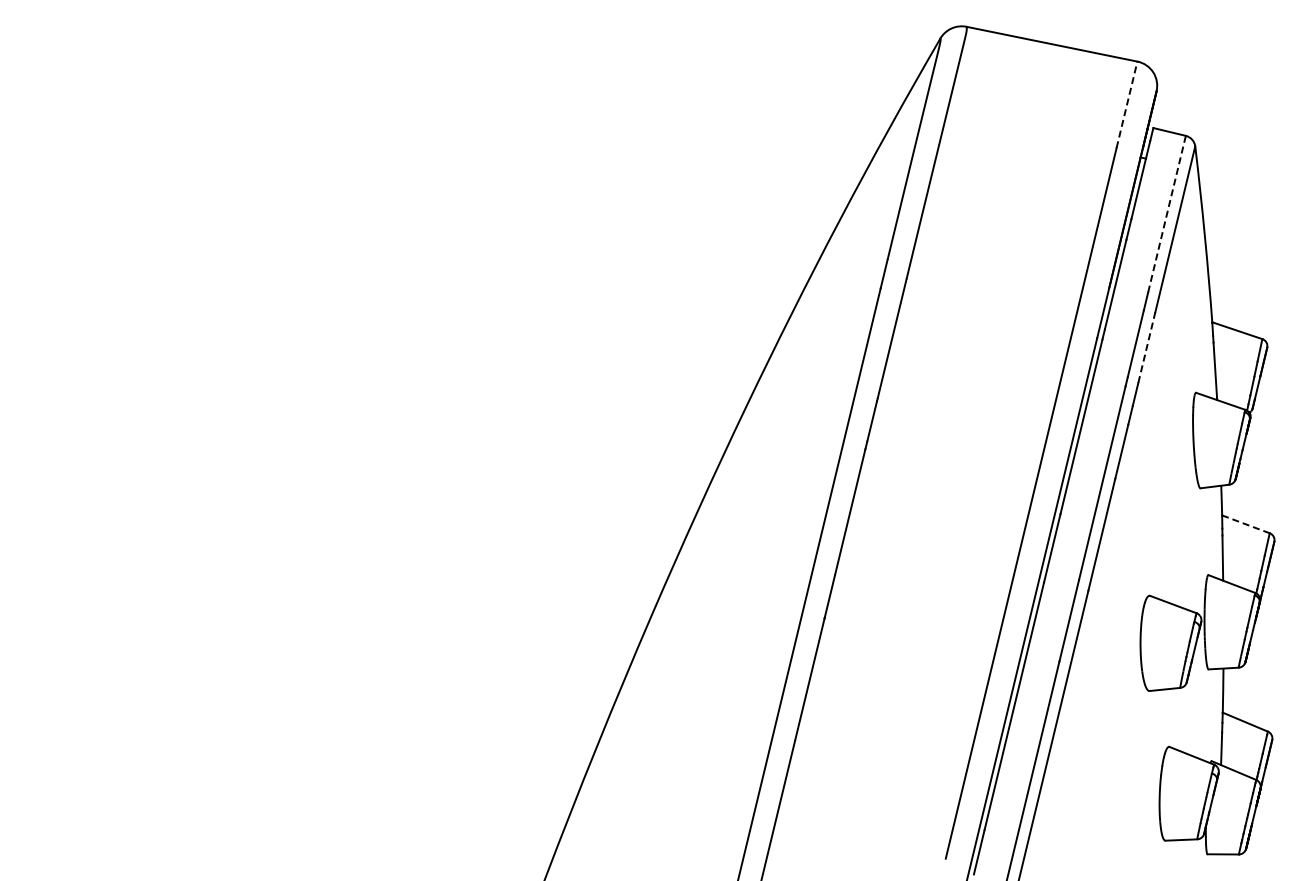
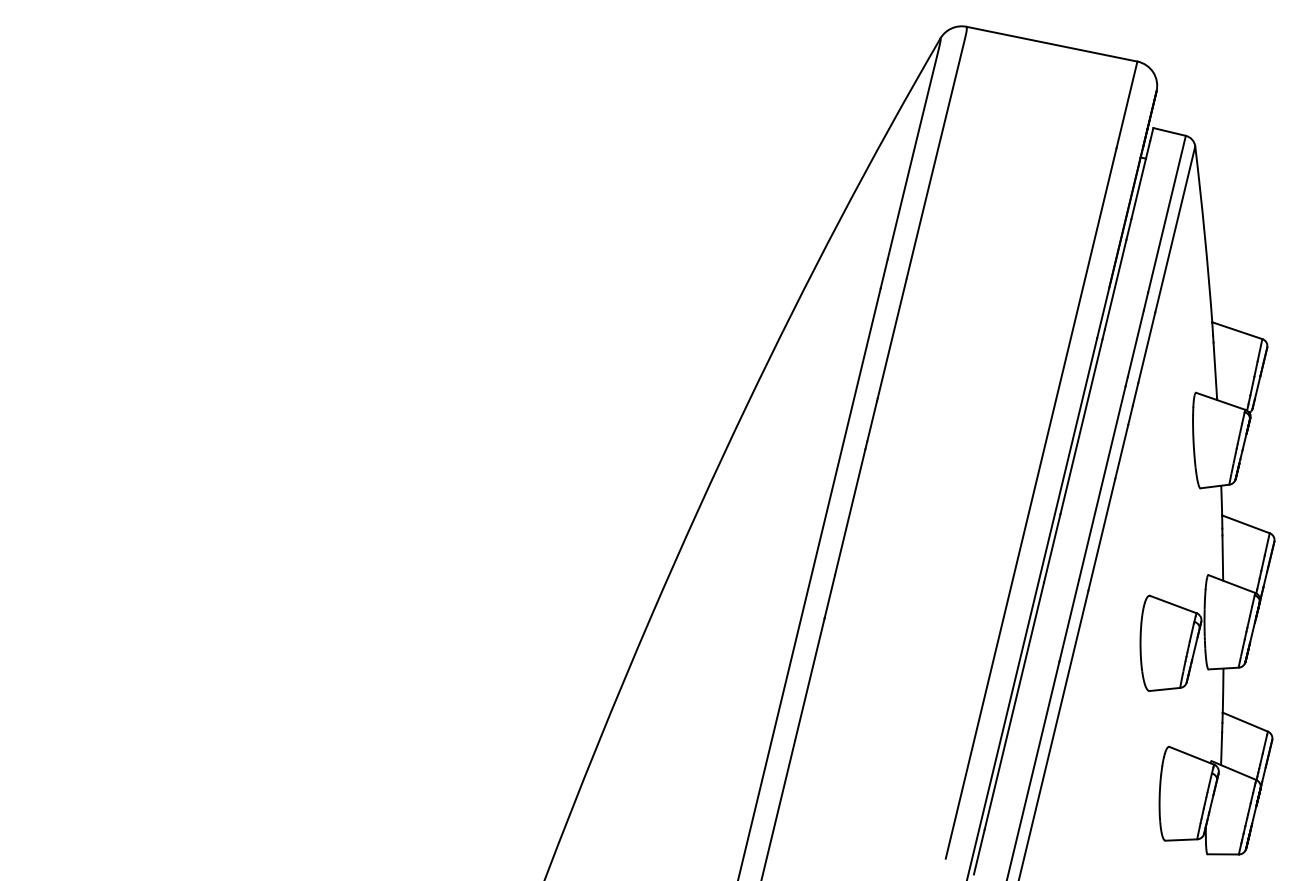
line at (1126, 104): dashed -> solid
line at (1167, 214): dashed -> solid
line at (1146, 347): dashed -> solid
line at (1246, 524): dashed -> solid
